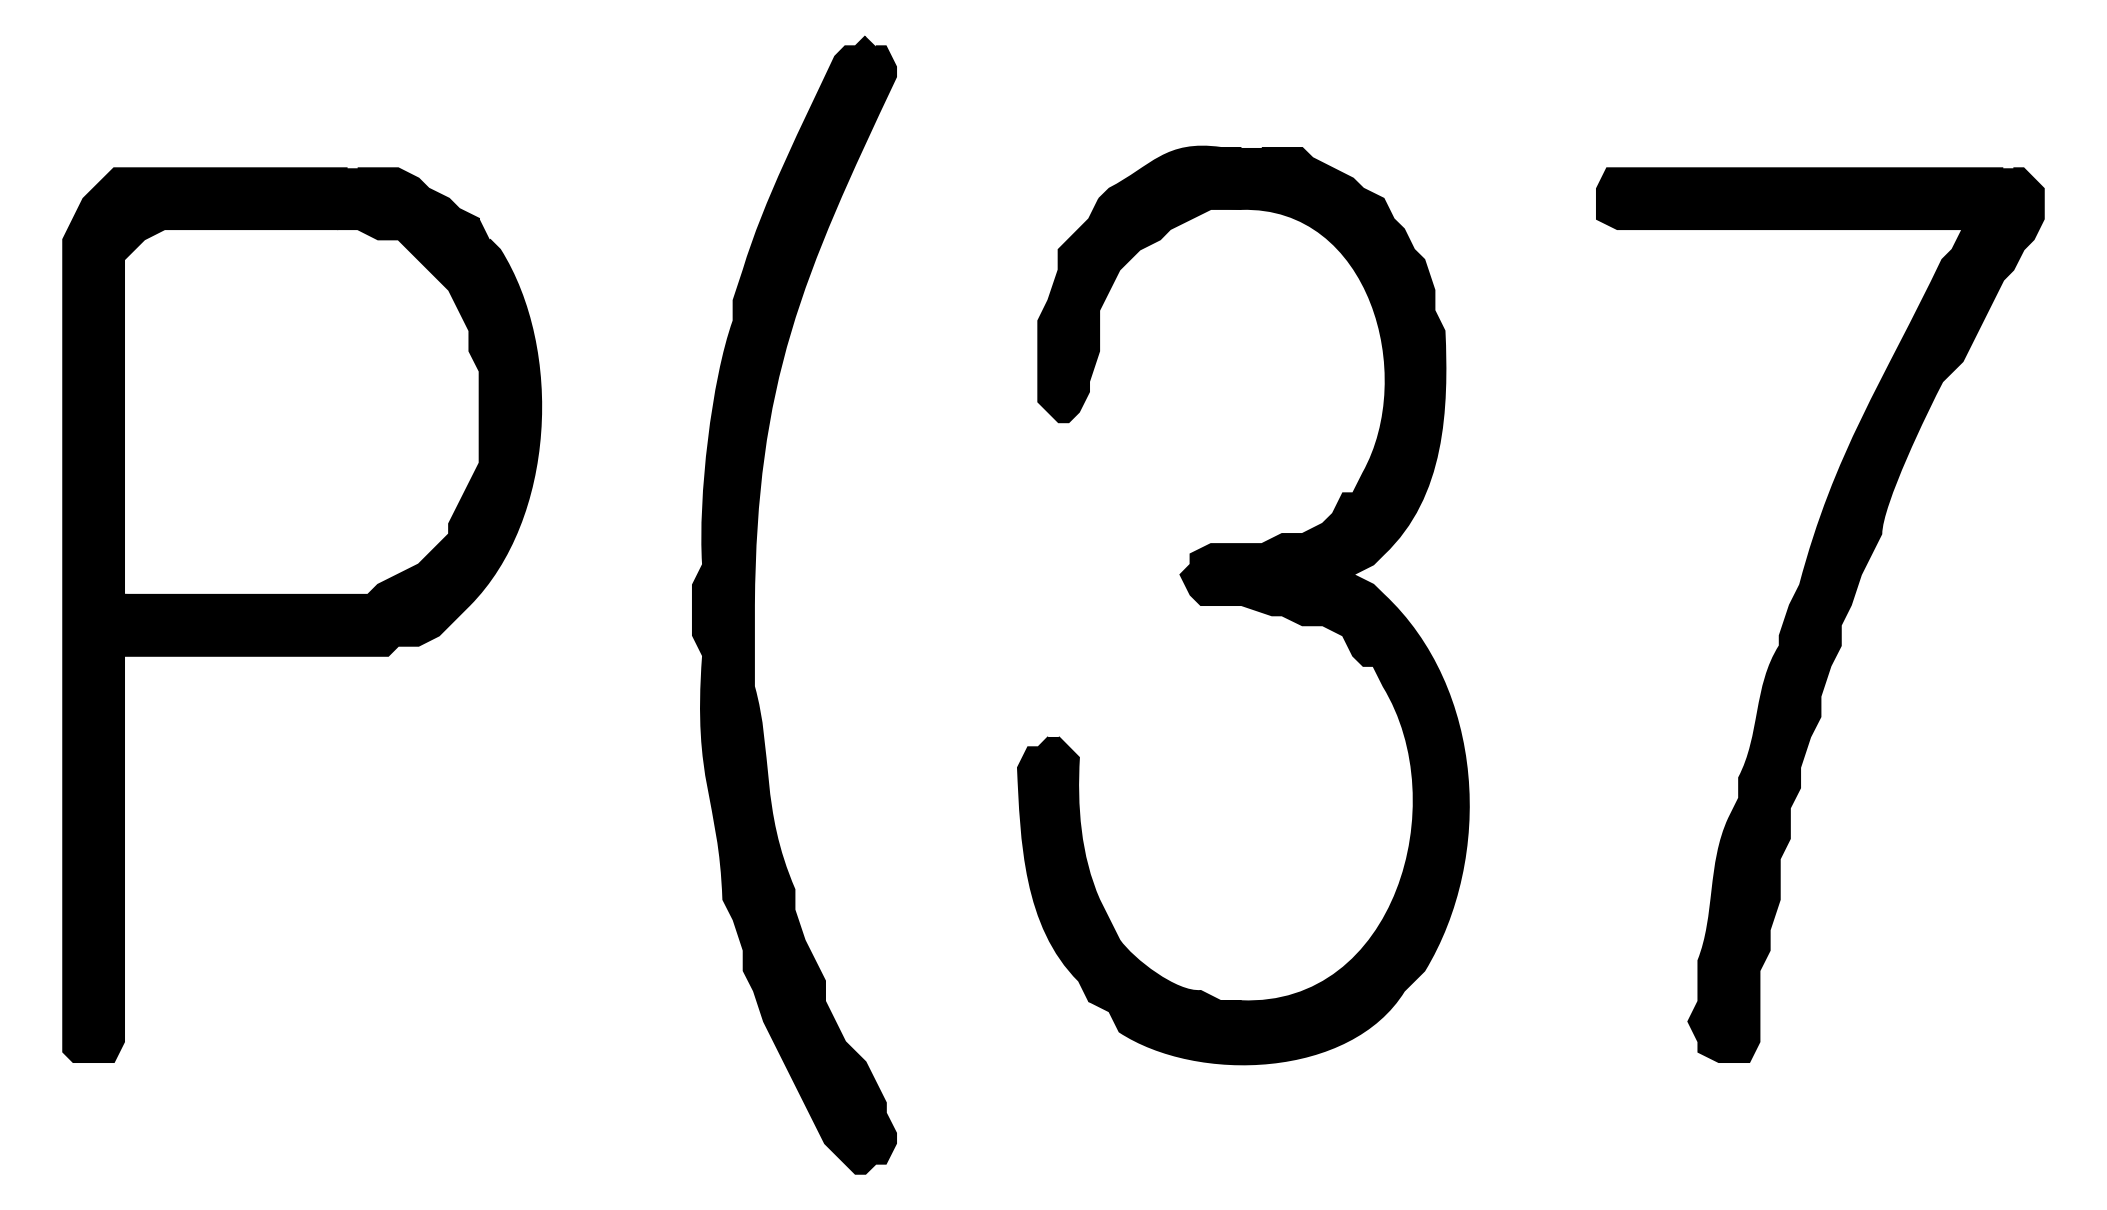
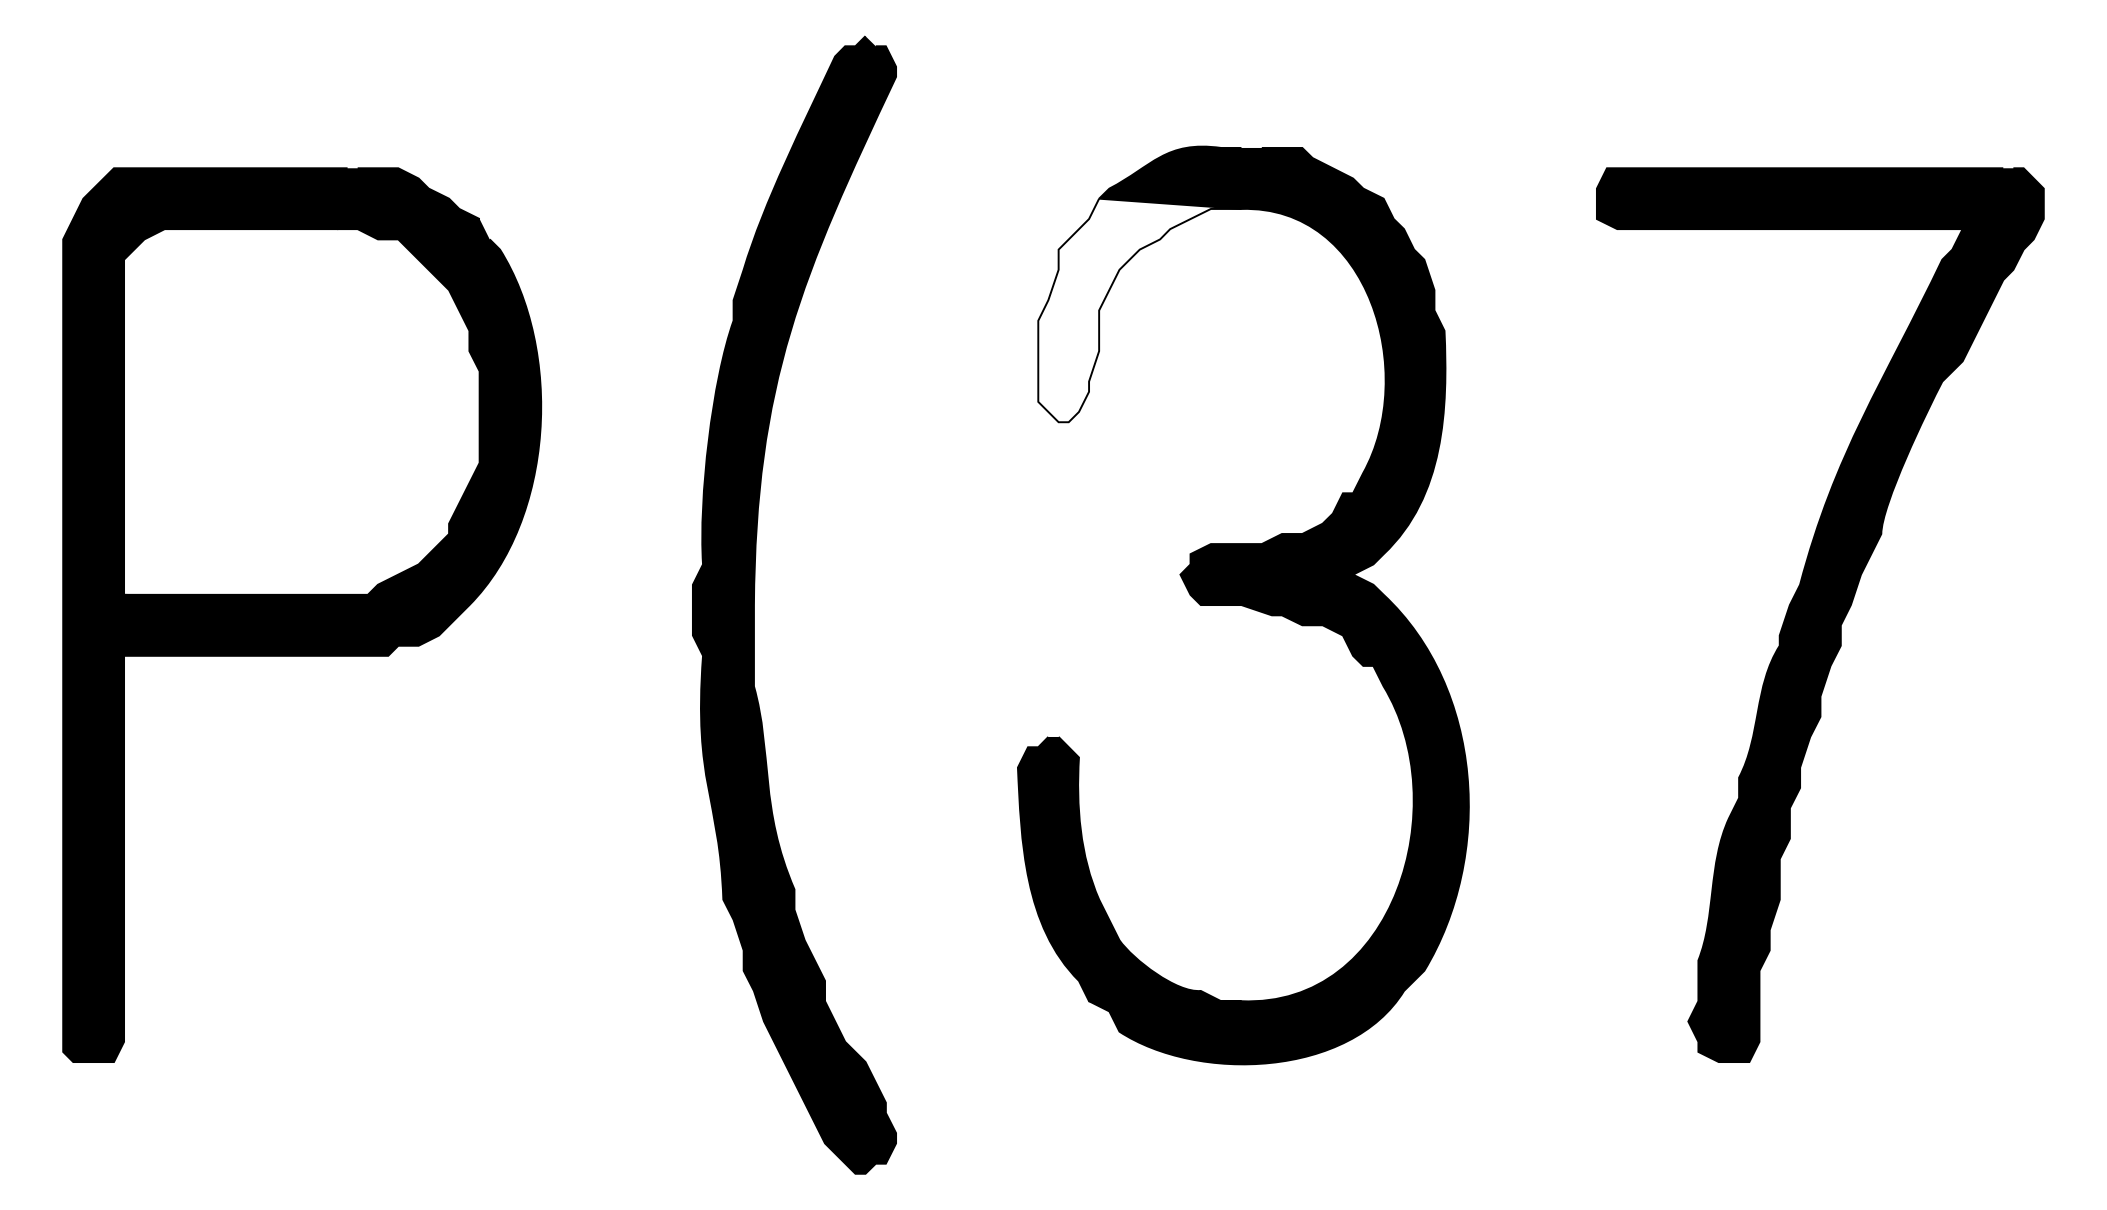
fill at (1139, 310): present -> none
